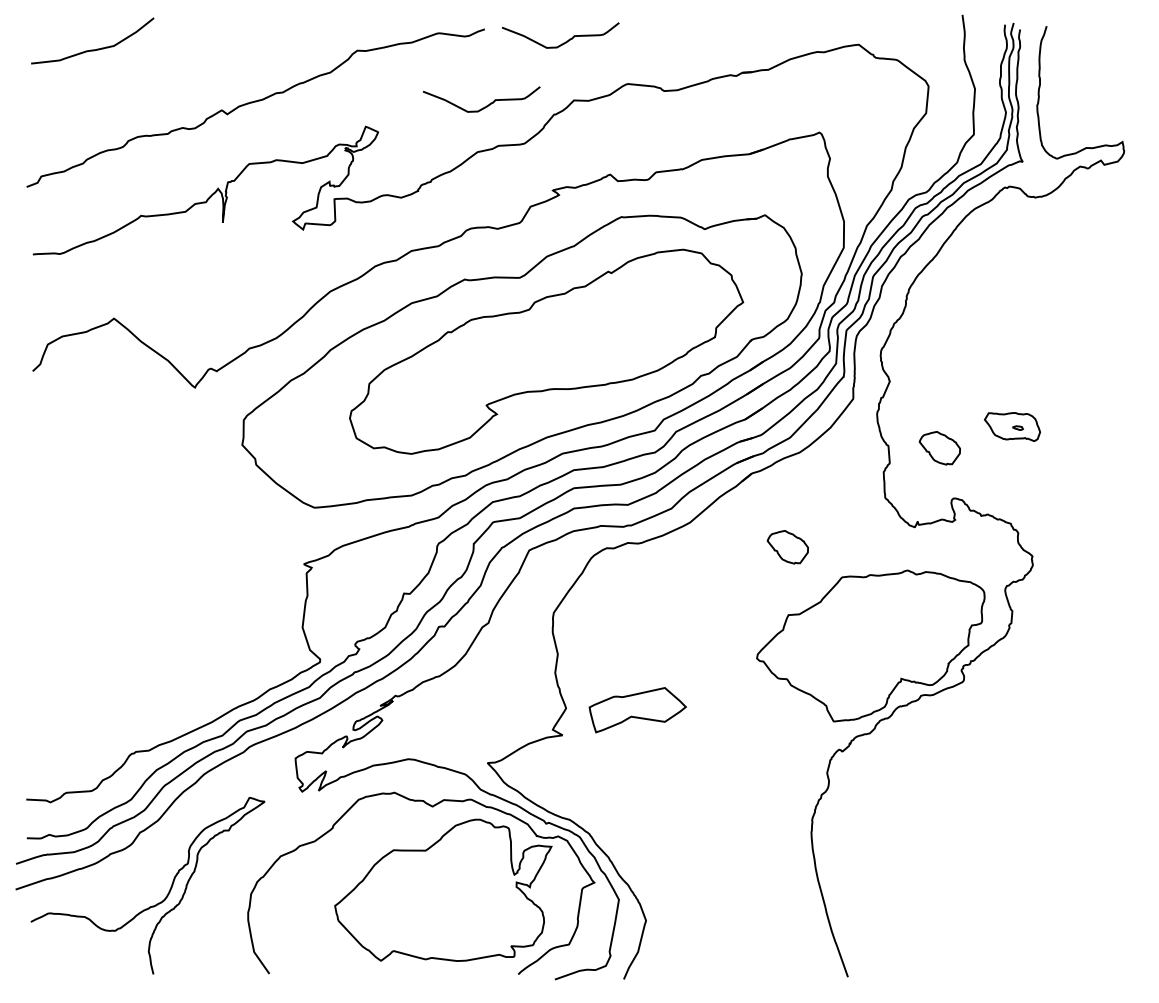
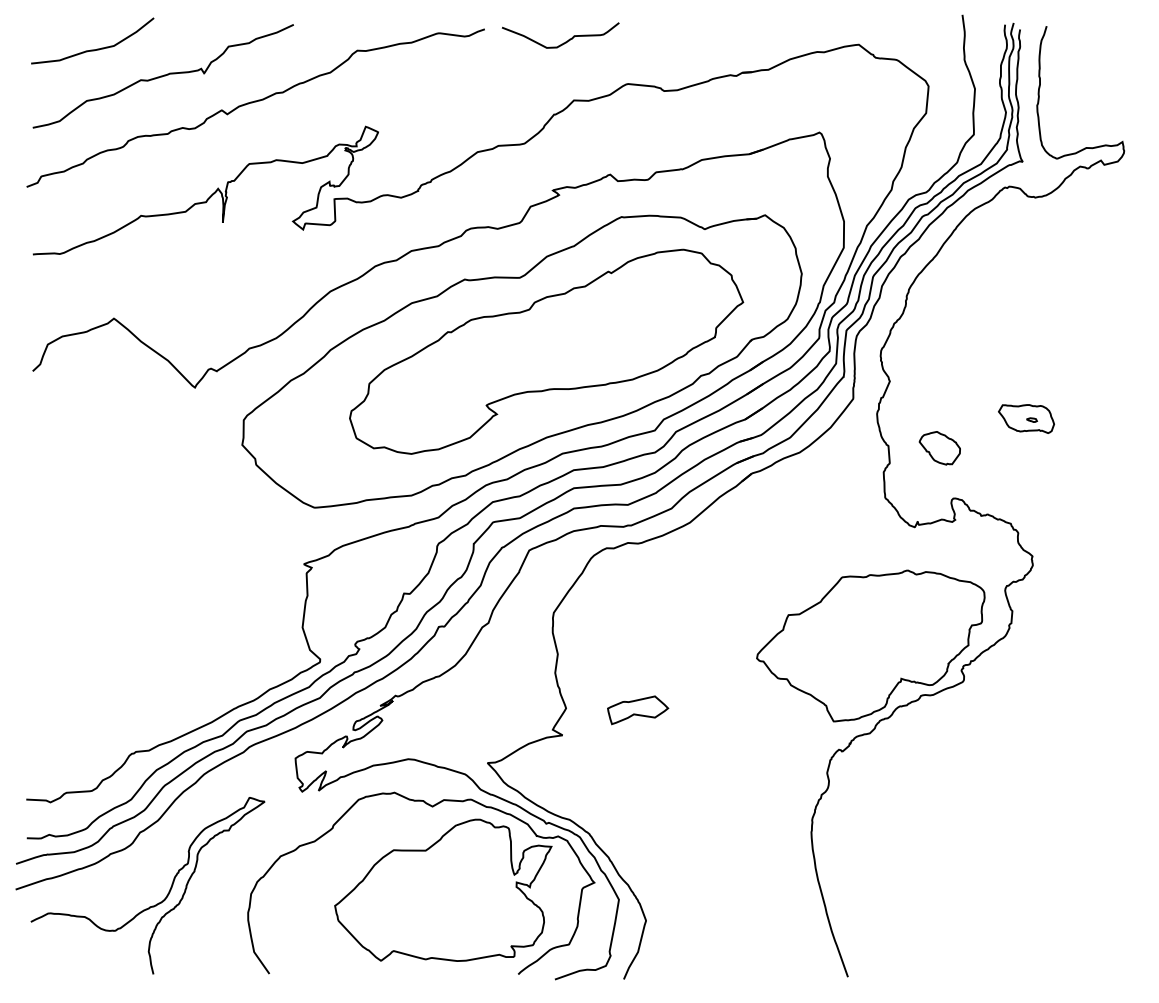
curve at (162, 76): none -> present
curve at (484, 106): present -> none
part at (1012, 426) position: (1012, 426) -> (1026, 418)
part at (787, 547): present -> none
part at (637, 710) size: 99x47 px -> 63x31 px
